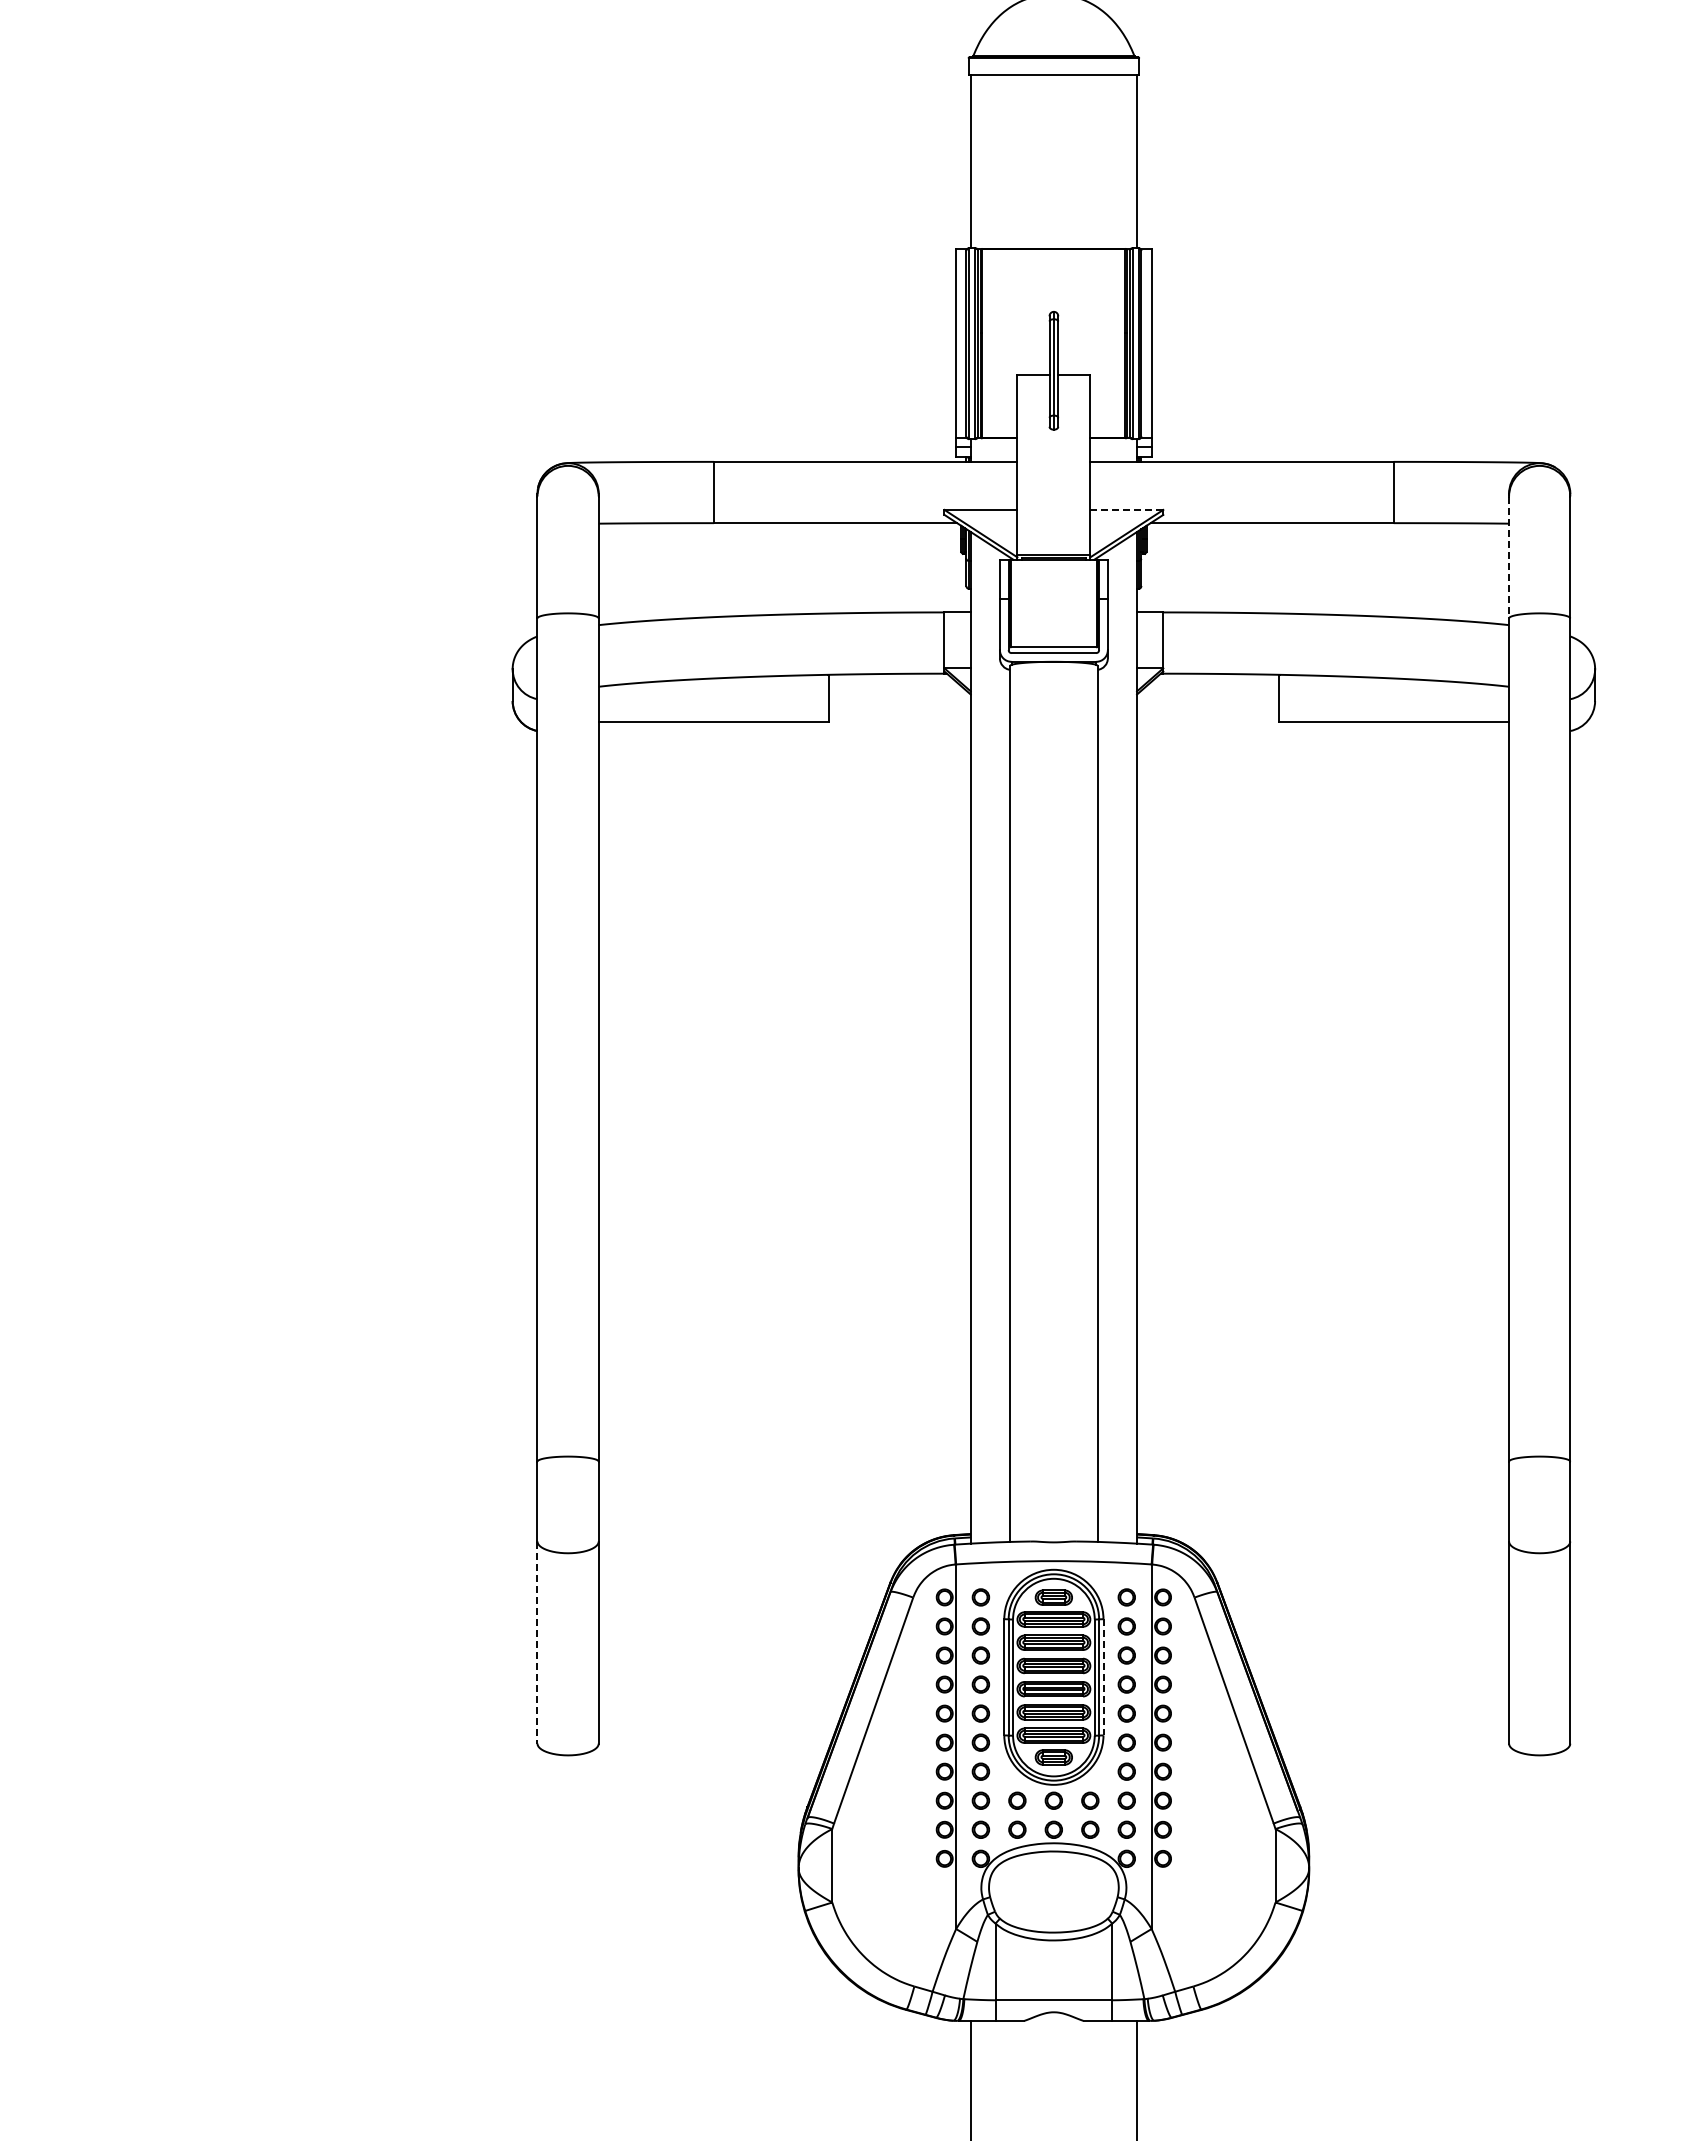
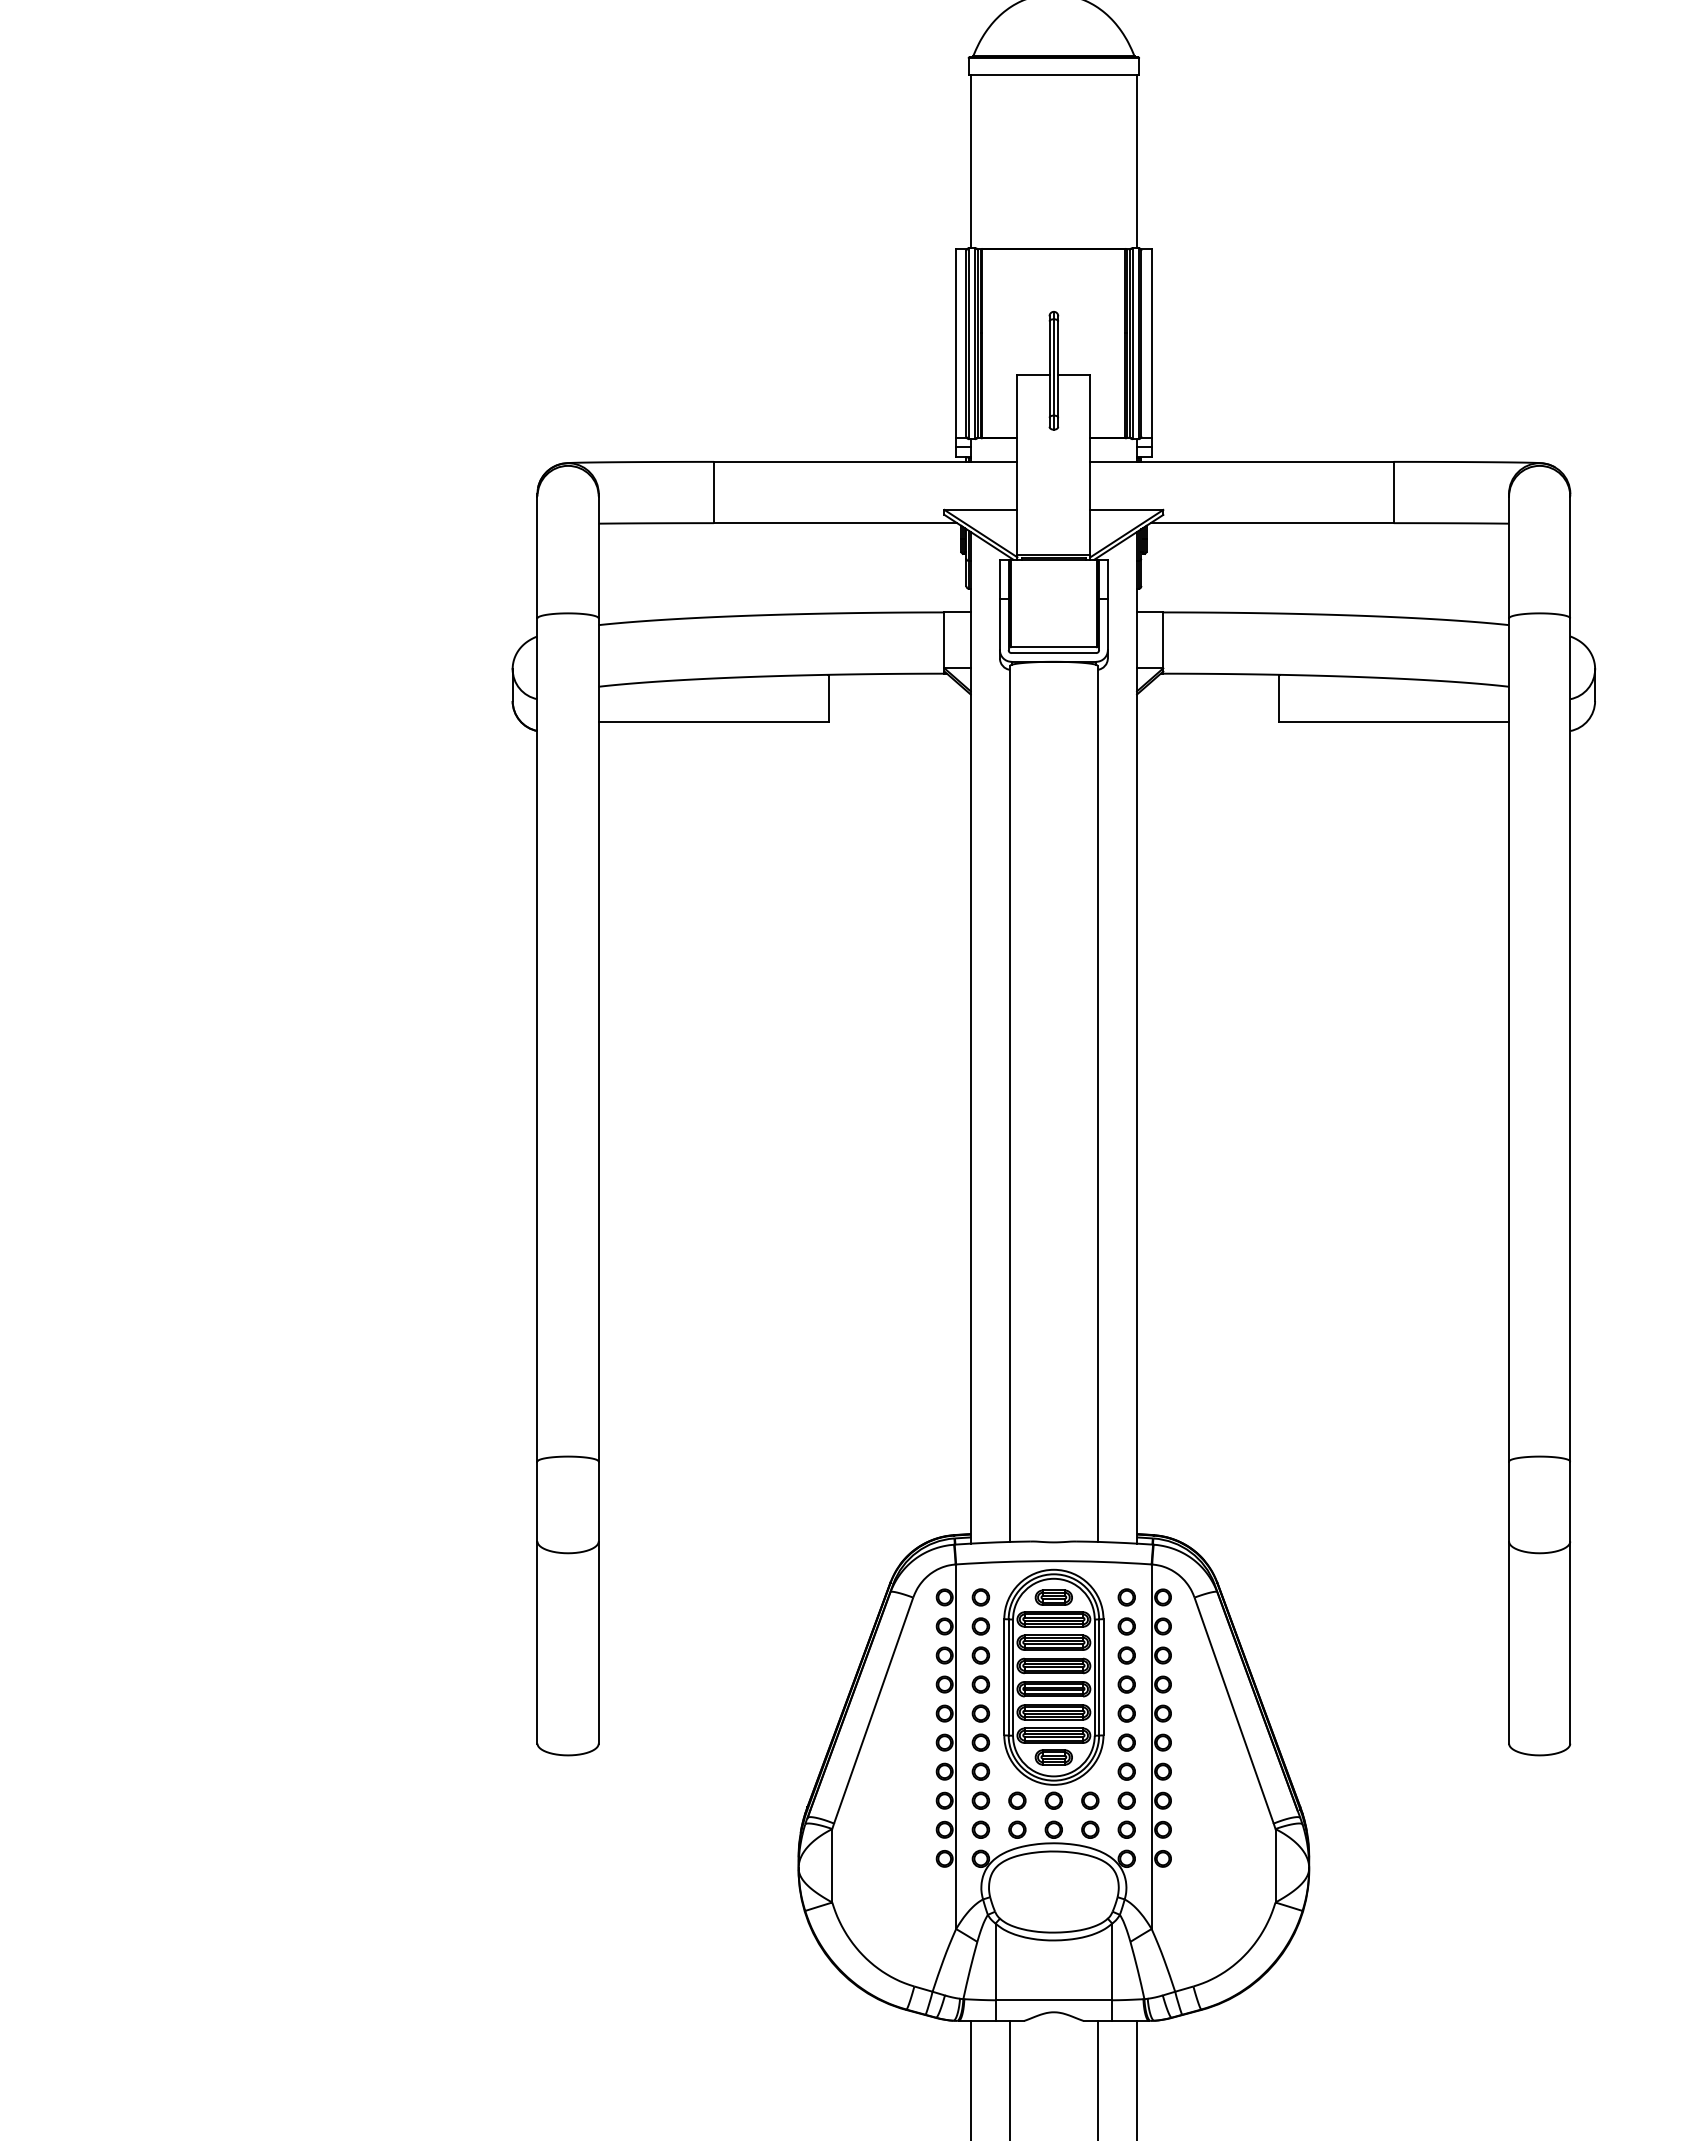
line at (1126, 509): dashed -> solid
line at (1509, 557): dashed -> solid
line at (537, 1643): dashed -> solid
line at (1103, 1677): dashed -> solid
line at (1010, 2078): none -> present
line at (1097, 2078): none -> present
